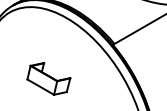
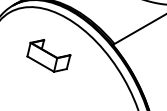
part at (48, 78) position: (48, 78) -> (48, 55)
